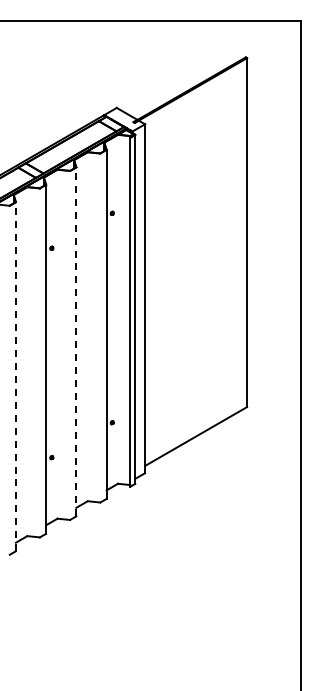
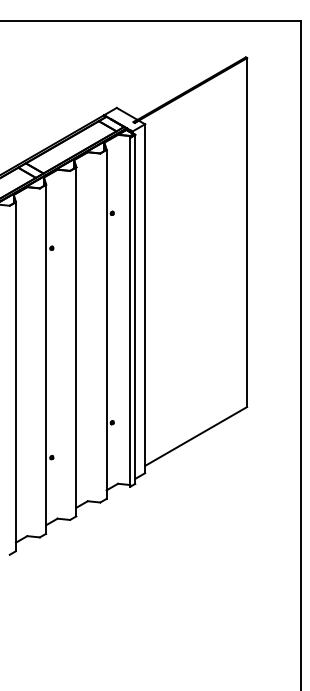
line at (76, 341): dashed -> solid
line at (15, 376): dashed -> solid
